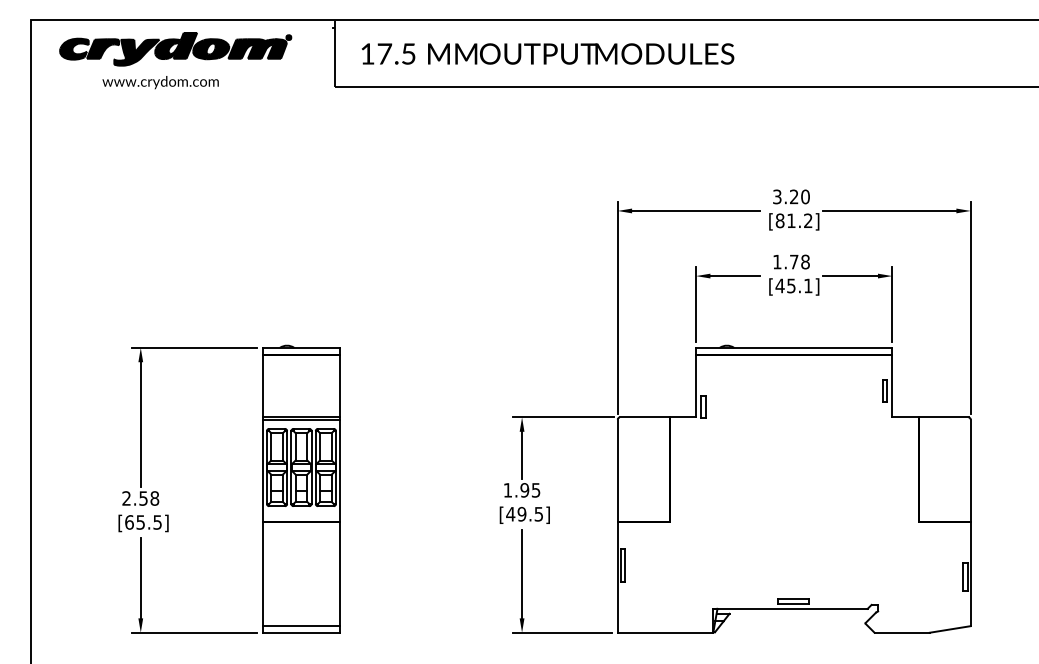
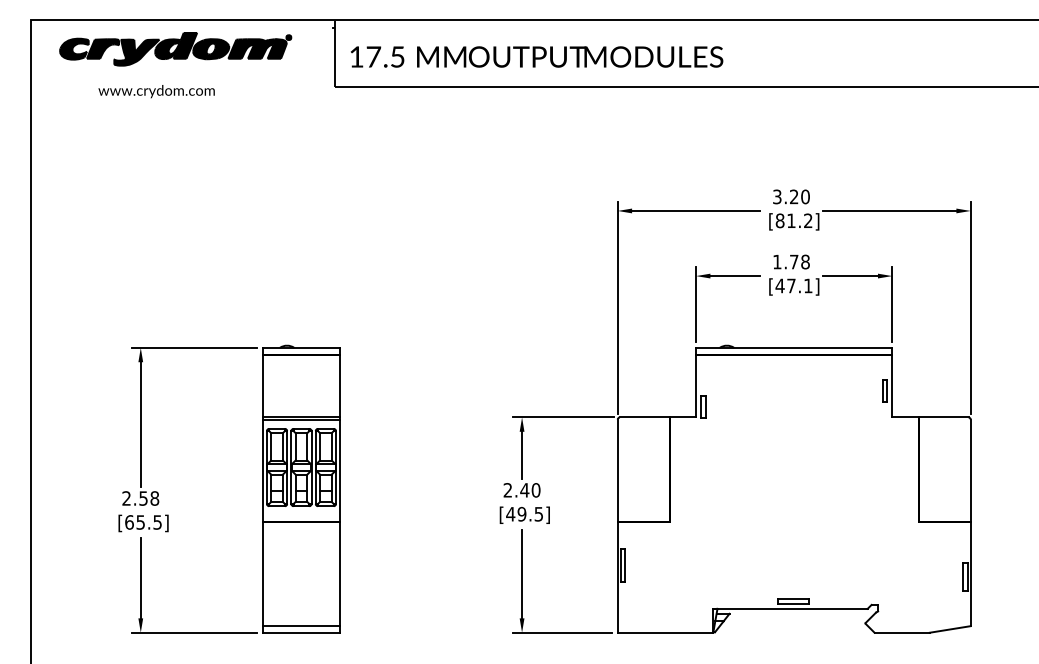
text at (547, 53) position: (547, 53) -> (536, 56)
text at (160, 82) position: (160, 82) -> (156, 91)
text at (791, 285): [45.1] -> [47.1]
text at (521, 490): 1.95 -> 2.40
